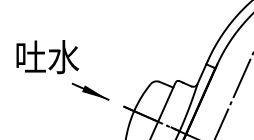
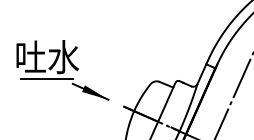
line at (46, 78): none -> present
